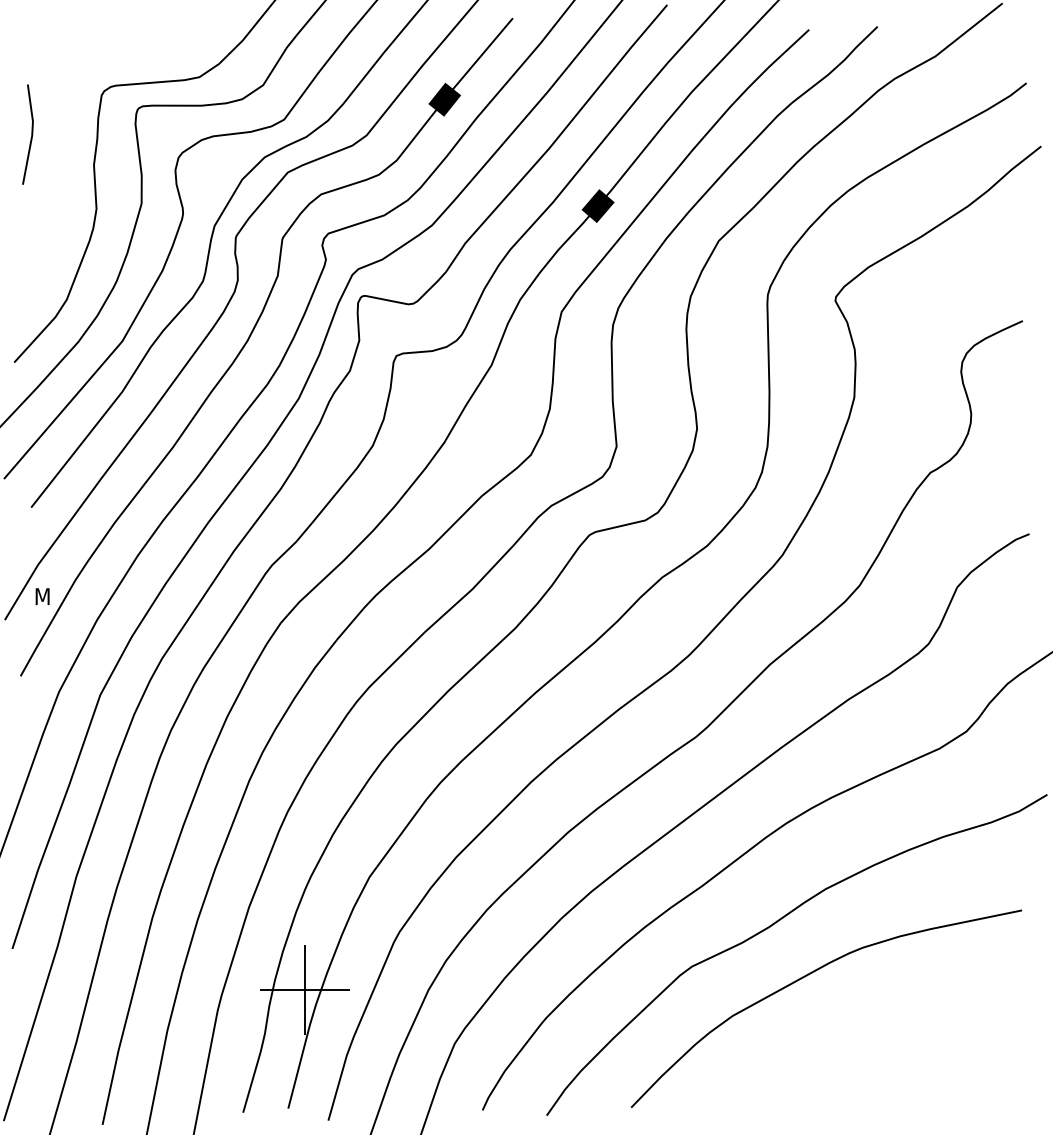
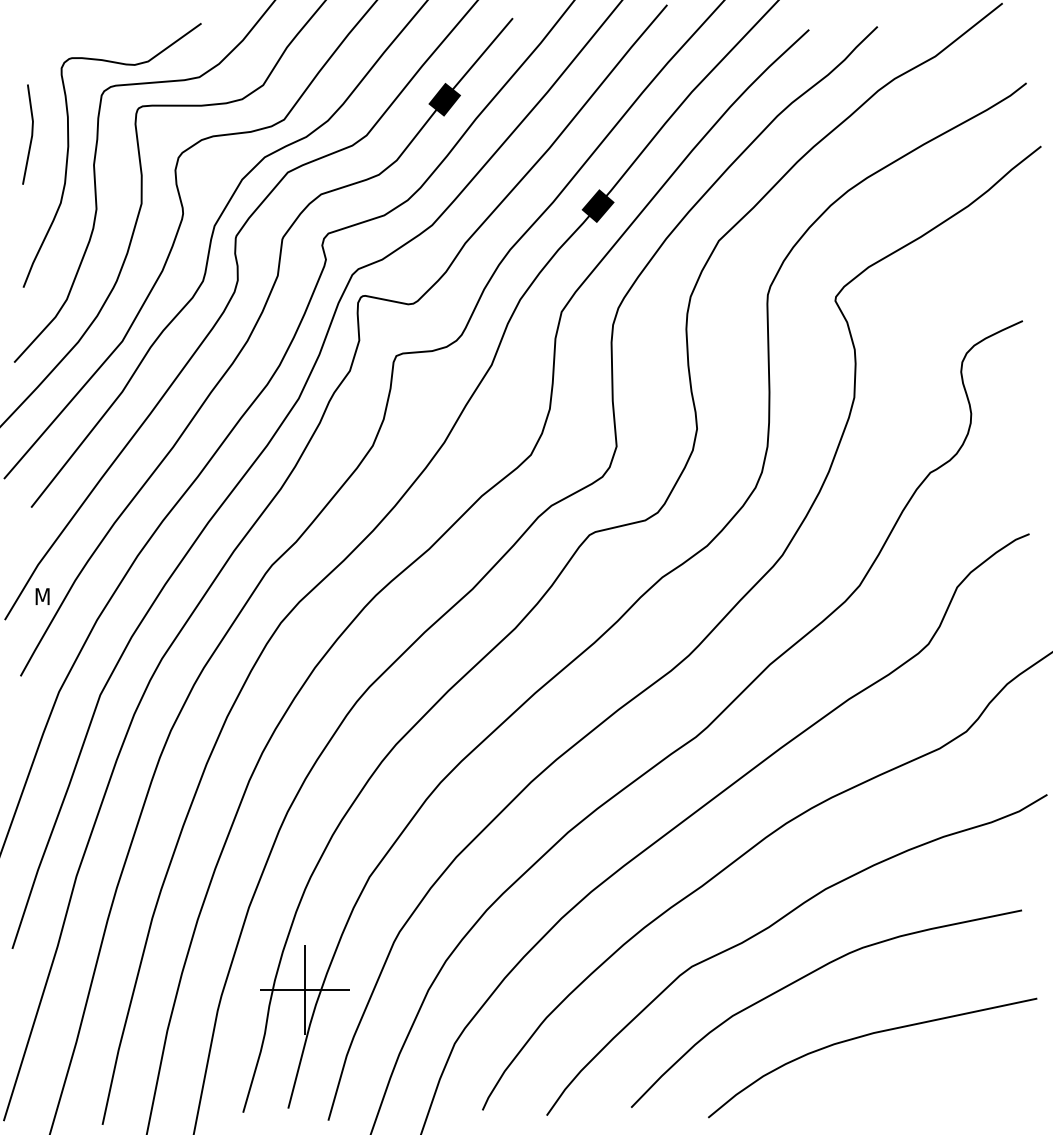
curve at (69, 147): none -> present
curve at (865, 1036): none -> present
